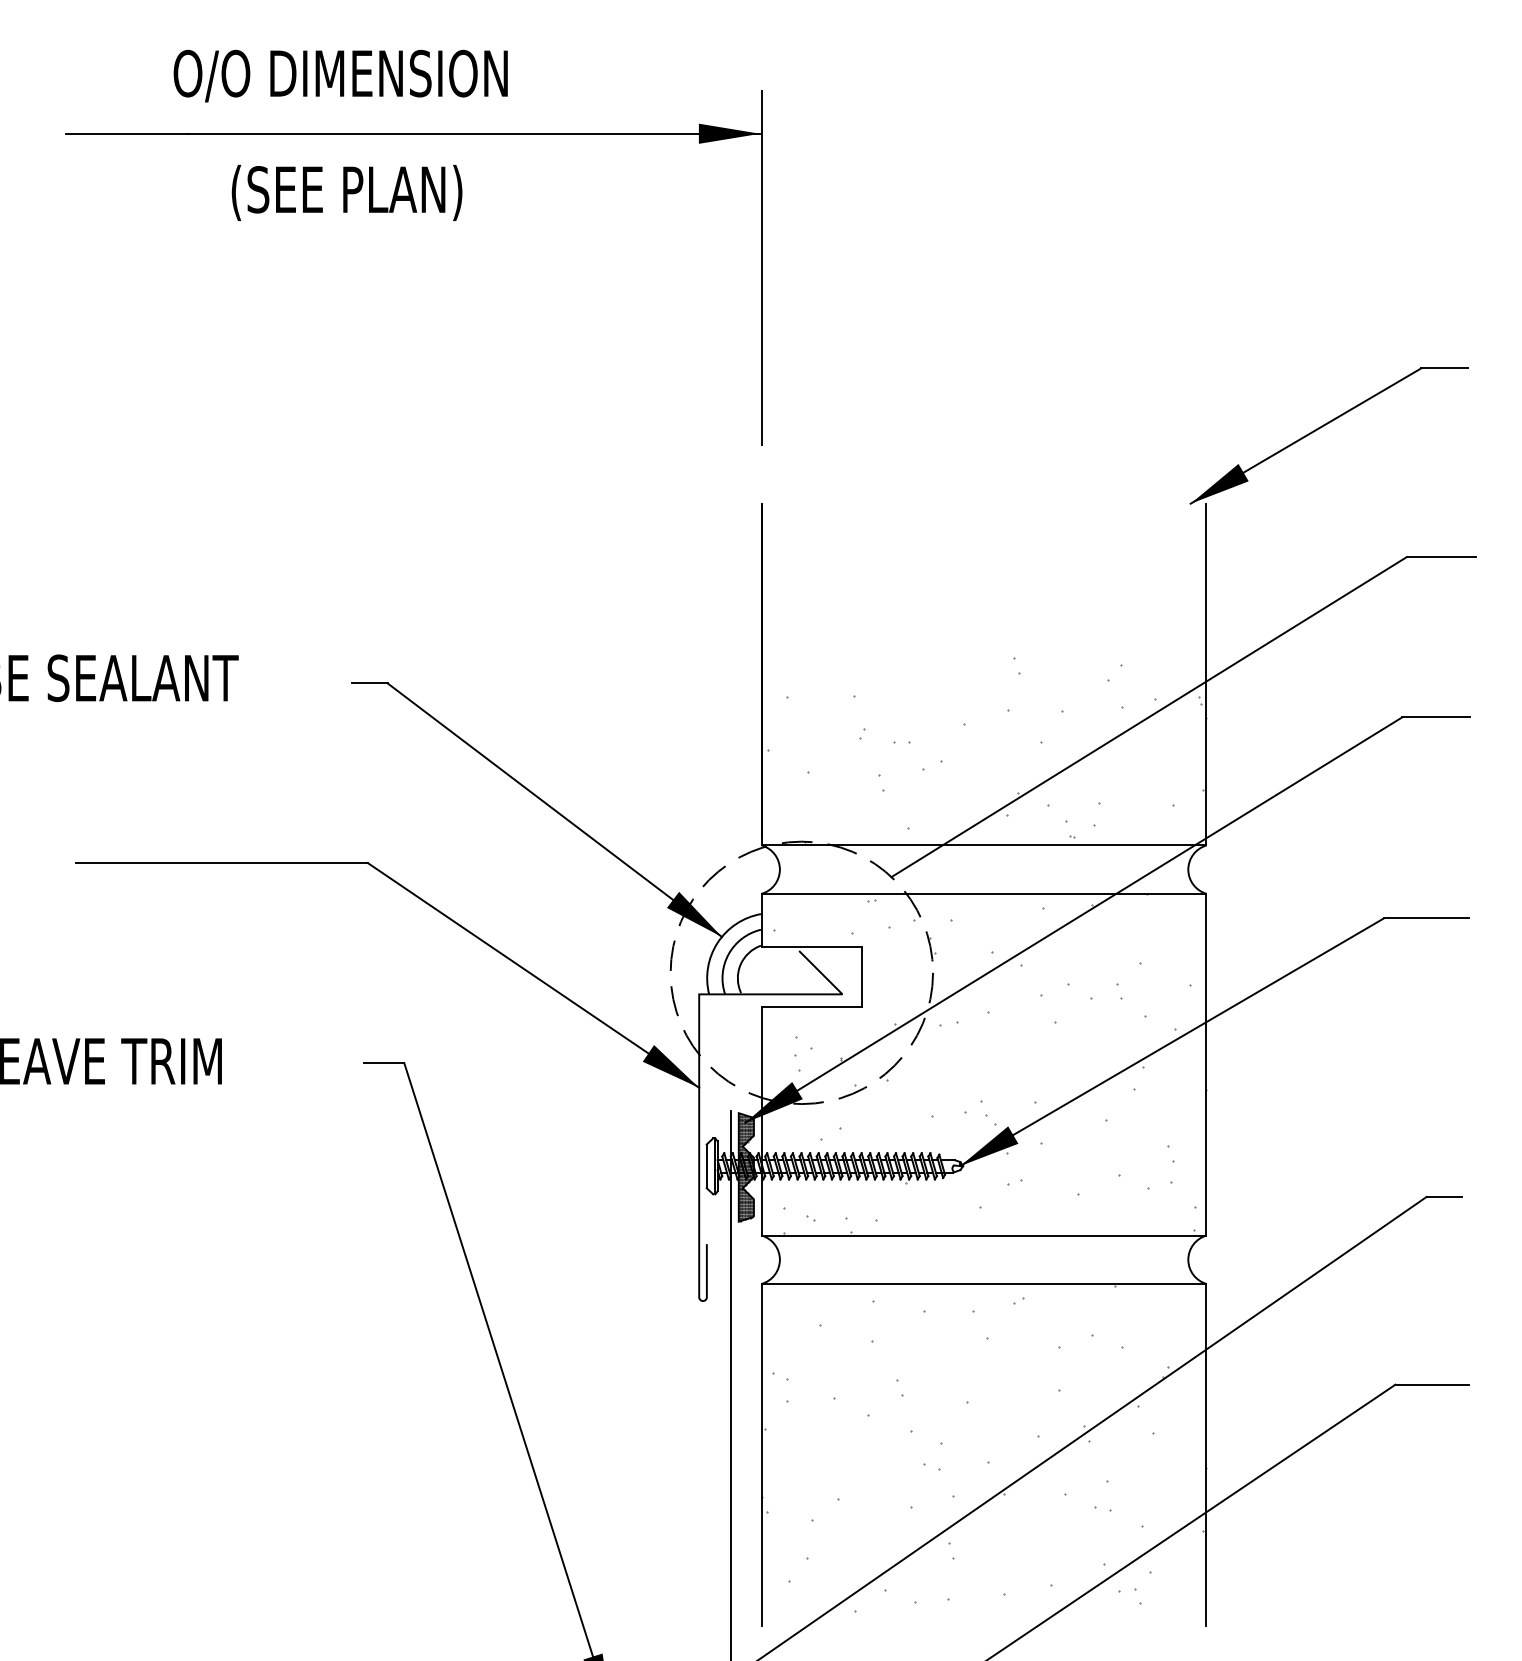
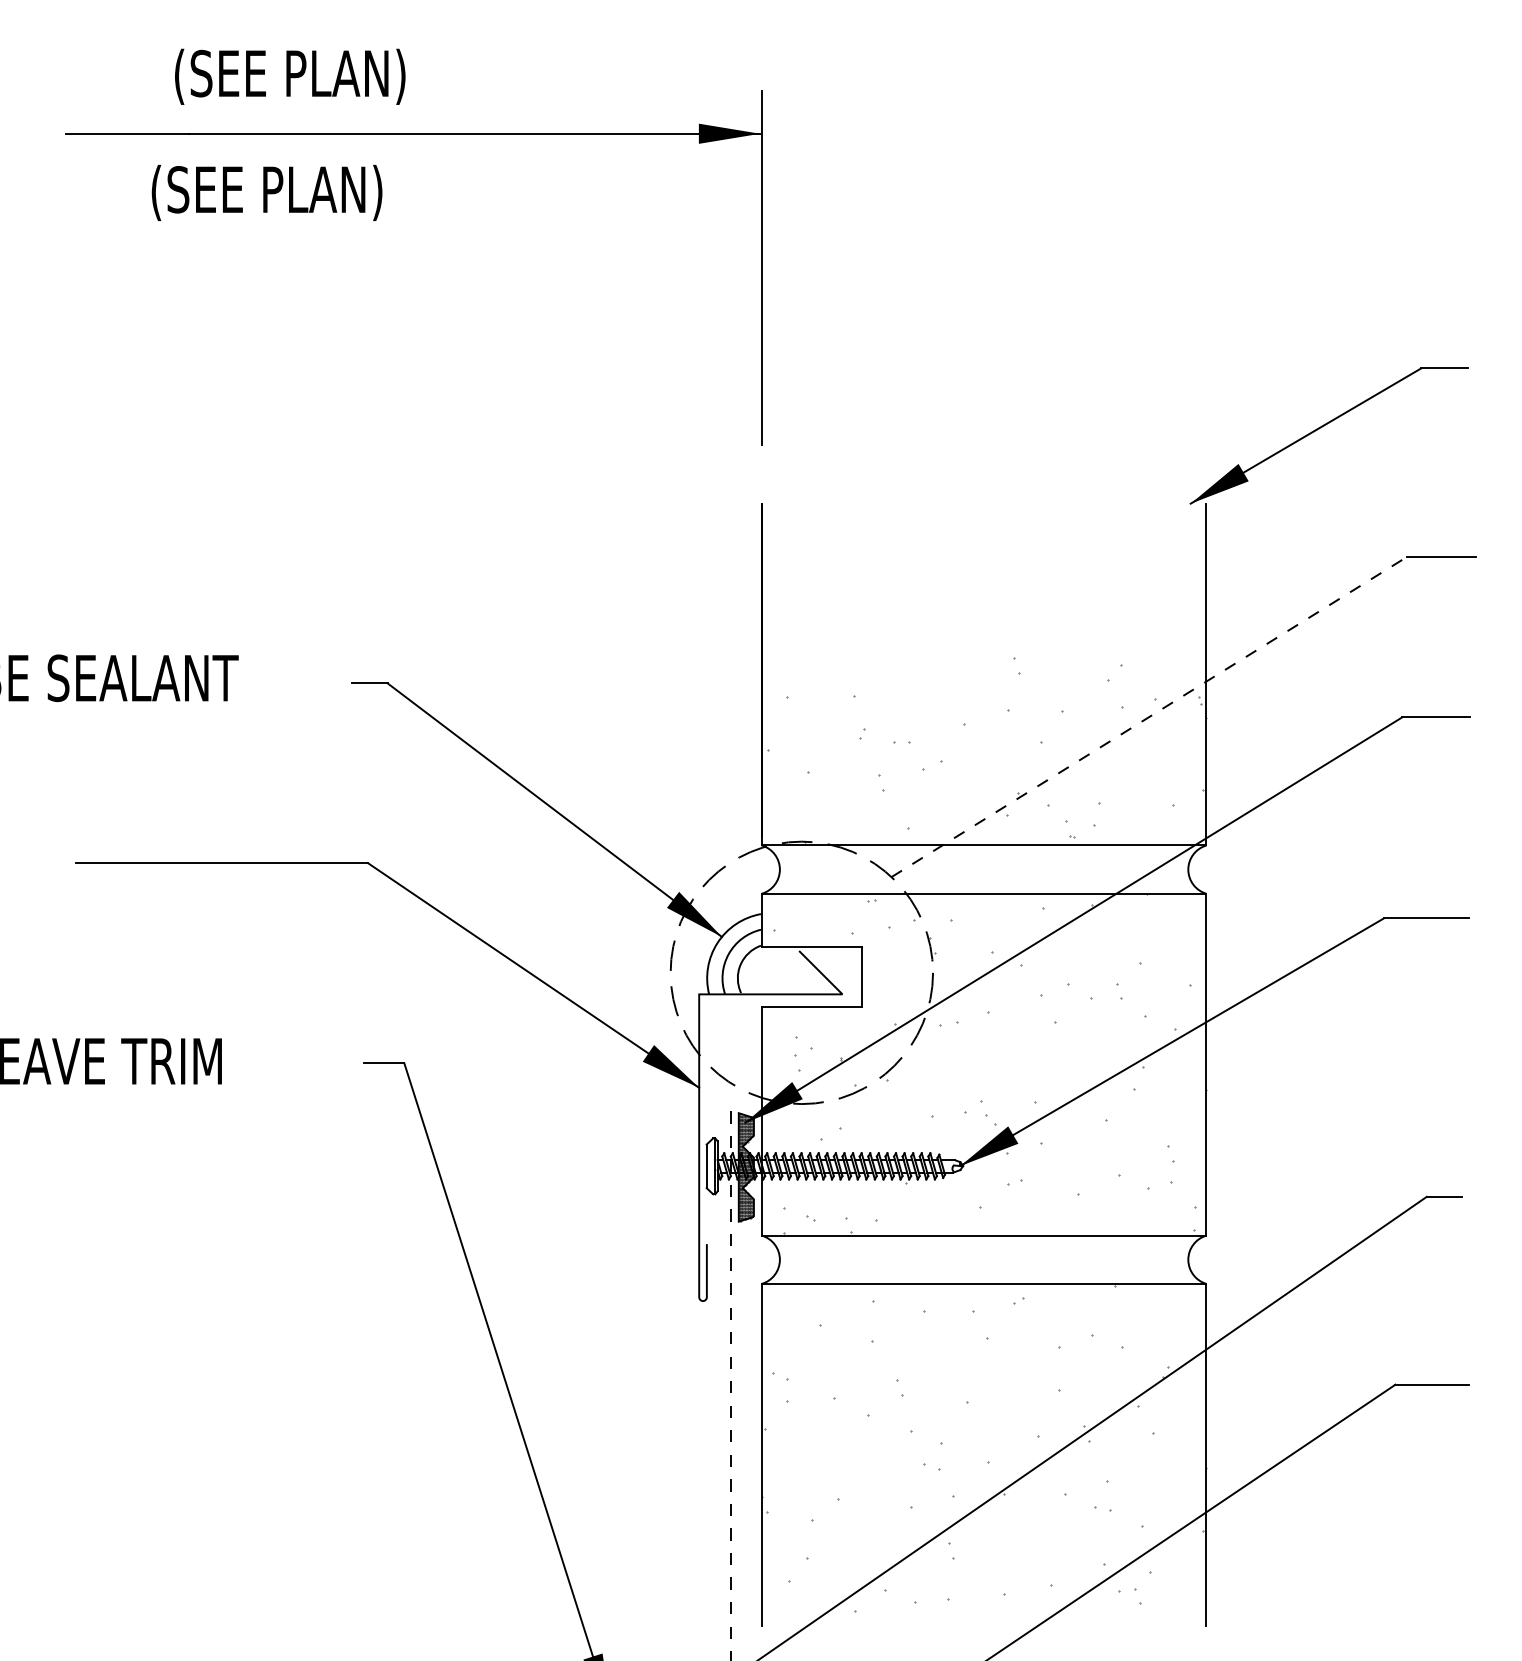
text at (340, 76): O/O DIMENSION -> (SEE PLAN)
text at (346, 192) position: (346, 192) -> (266, 192)
line at (1149, 716): solid -> dashed
line at (730, 1386): solid -> dashed
